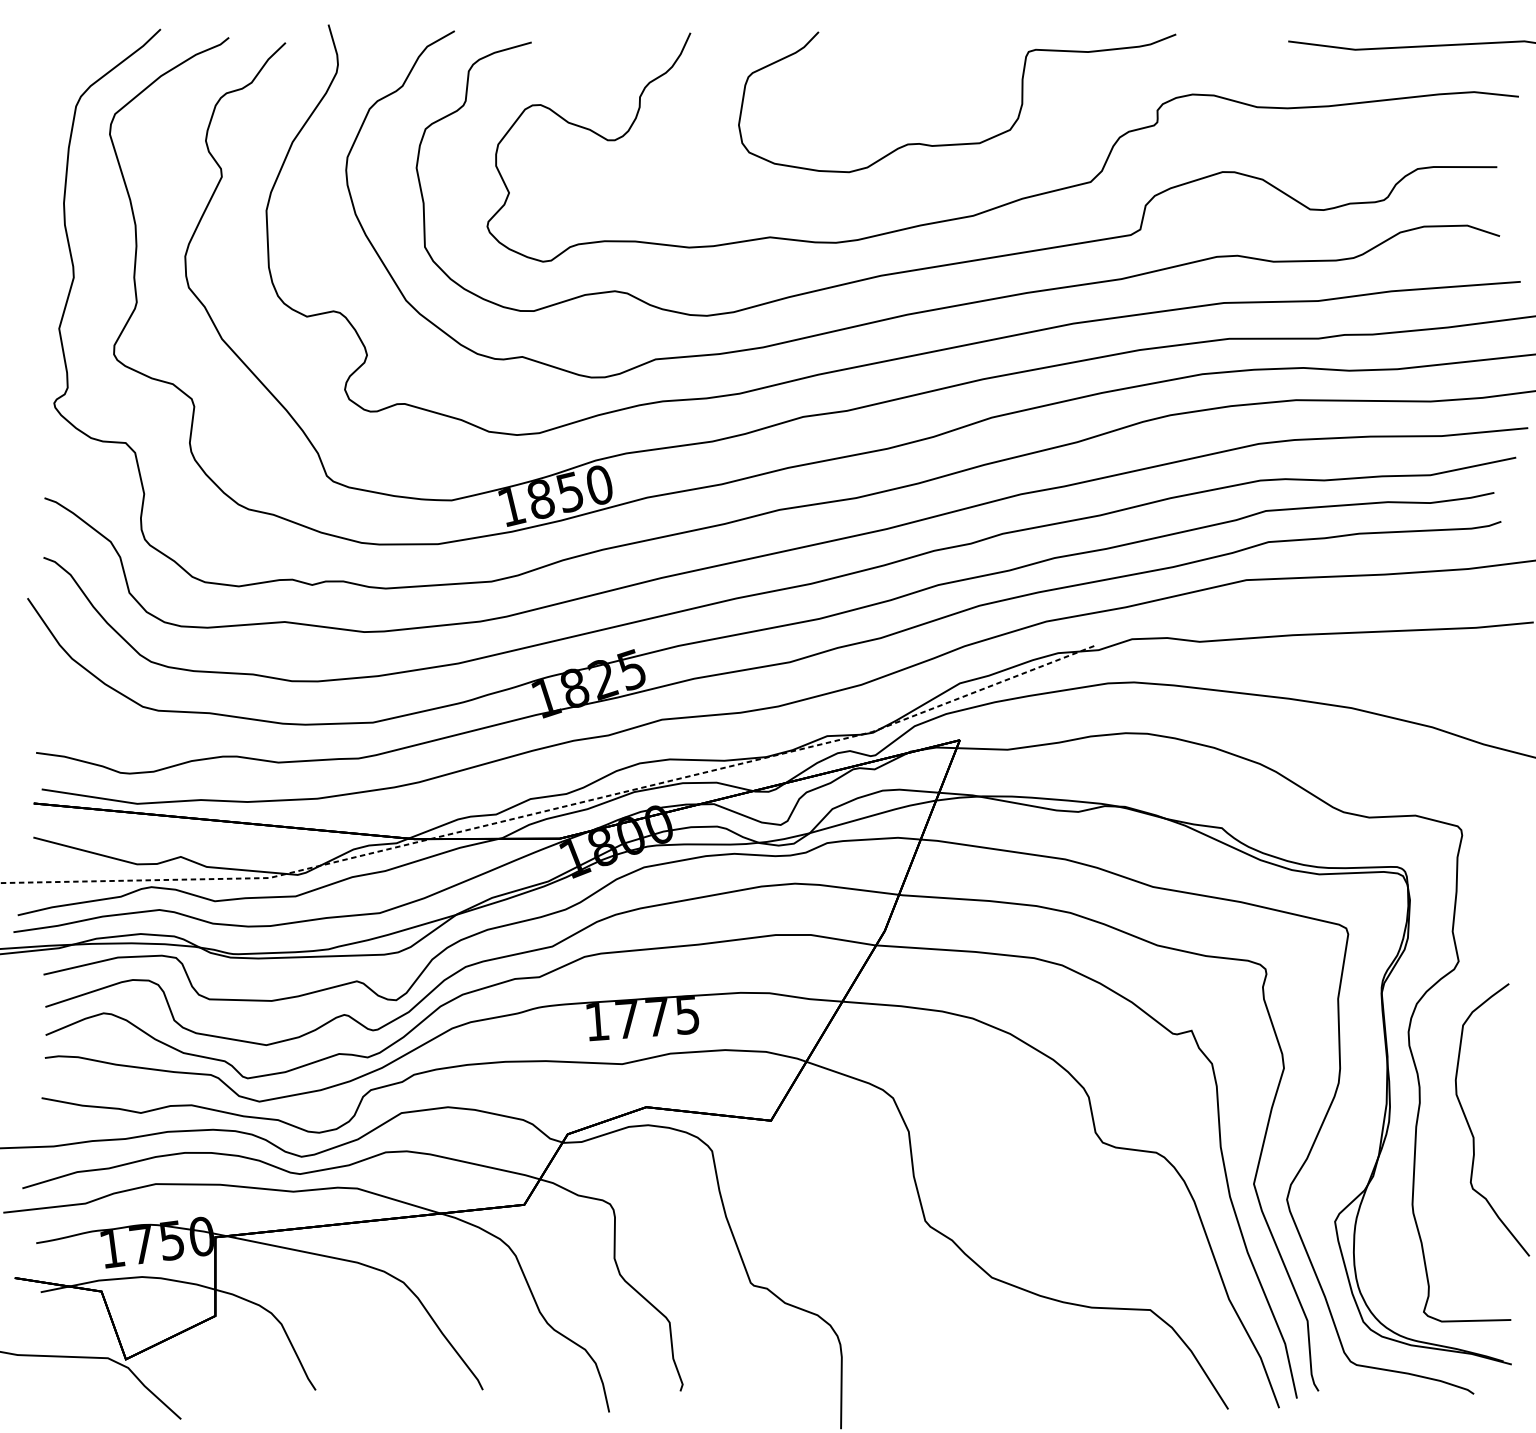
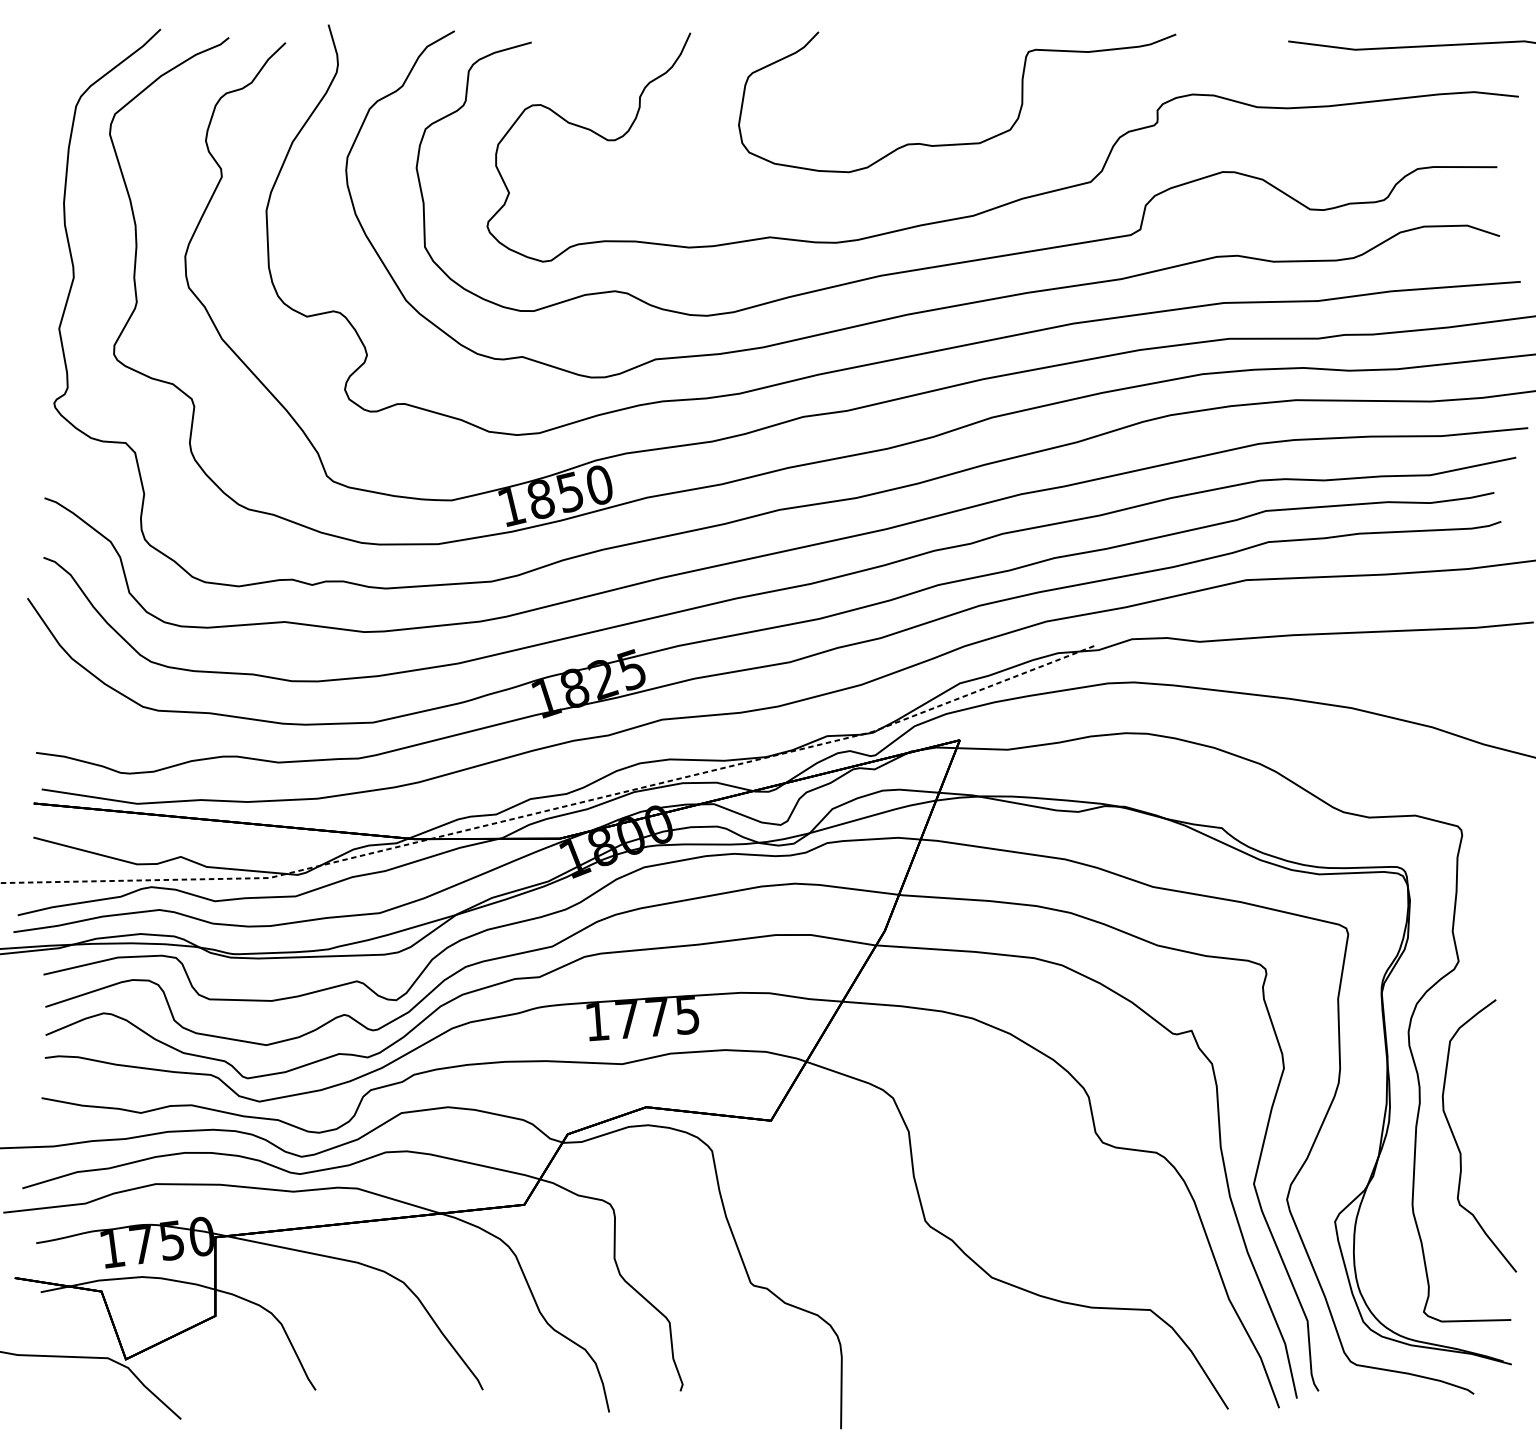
curve at (1470, 1126) position: (1470, 1126) -> (1457, 1142)
